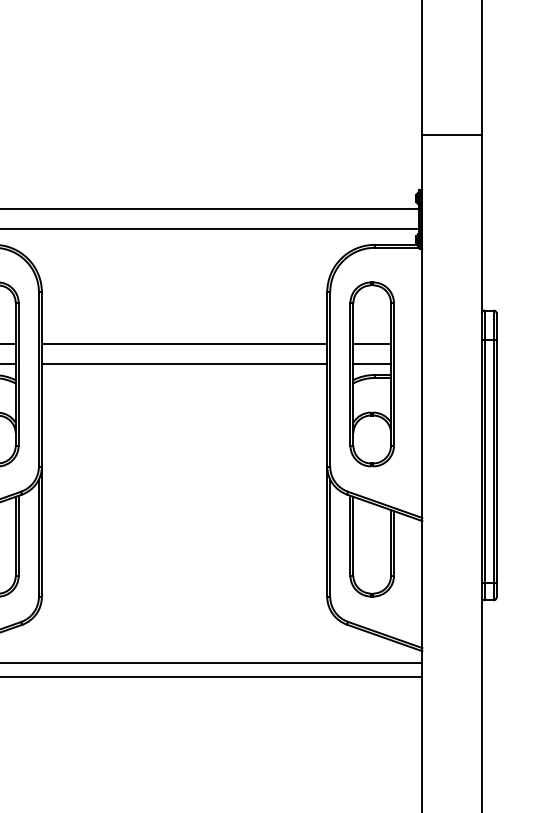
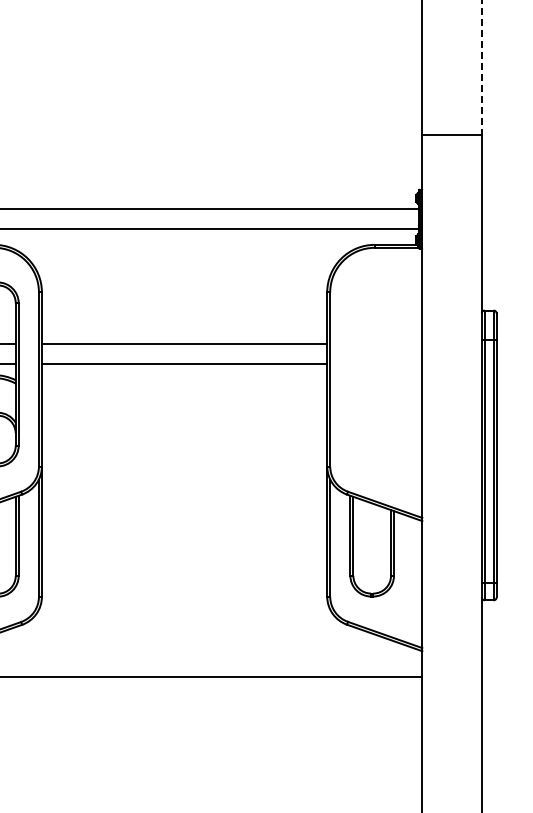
line at (481, 68): solid -> dashed
part at (371, 374): present -> none
line at (212, 662): present -> none
